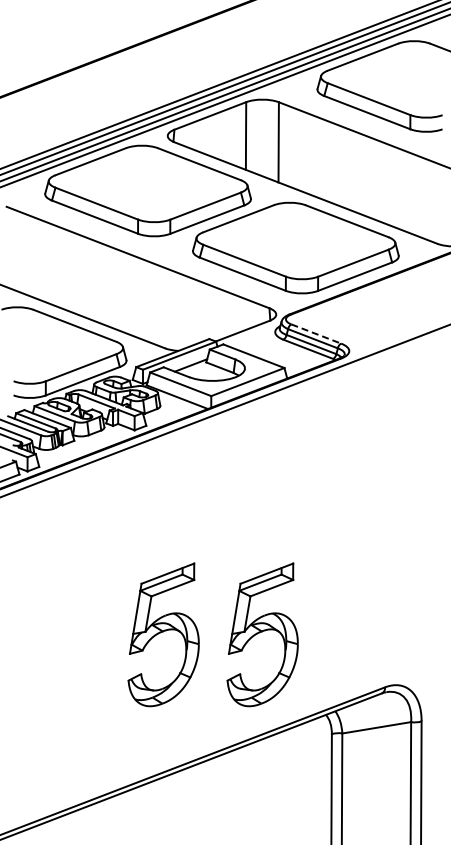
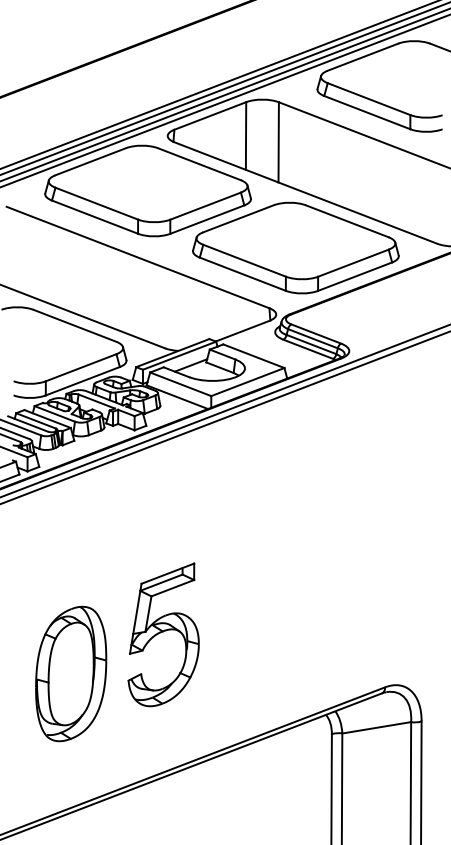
line at (316, 334): dashed -> solid
line at (224, 417): none -> present
part at (262, 634): present -> none
part at (71, 673): none -> present
